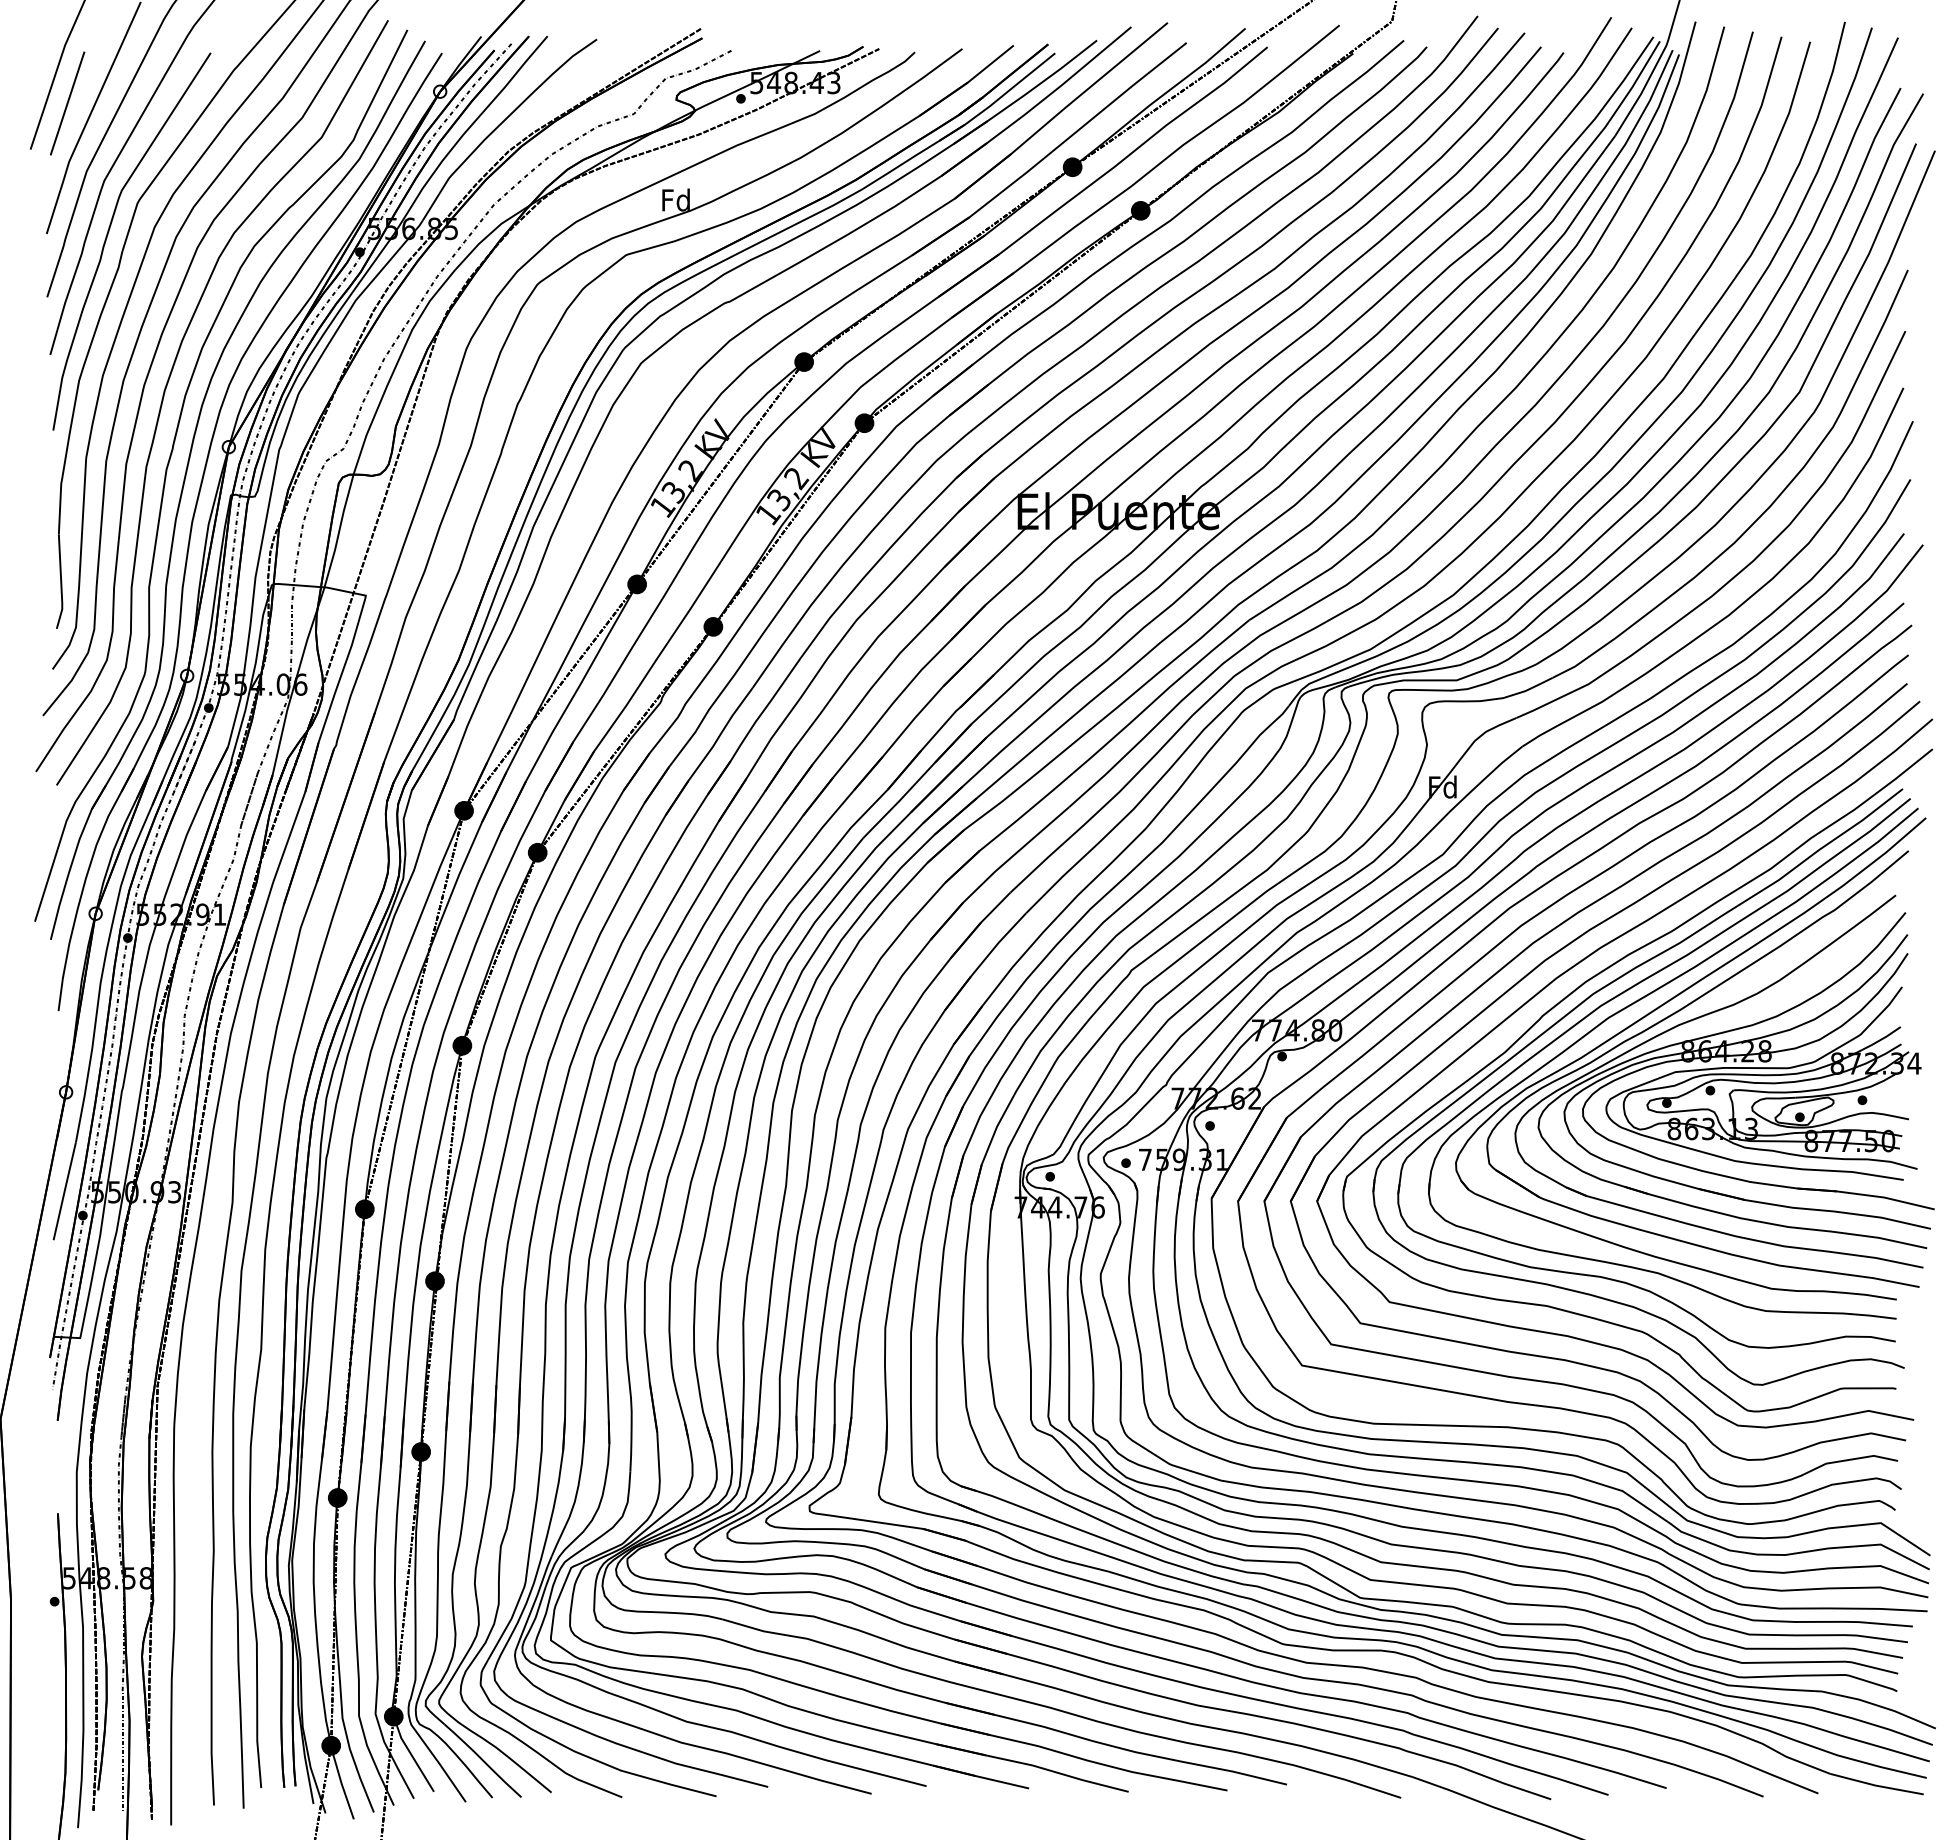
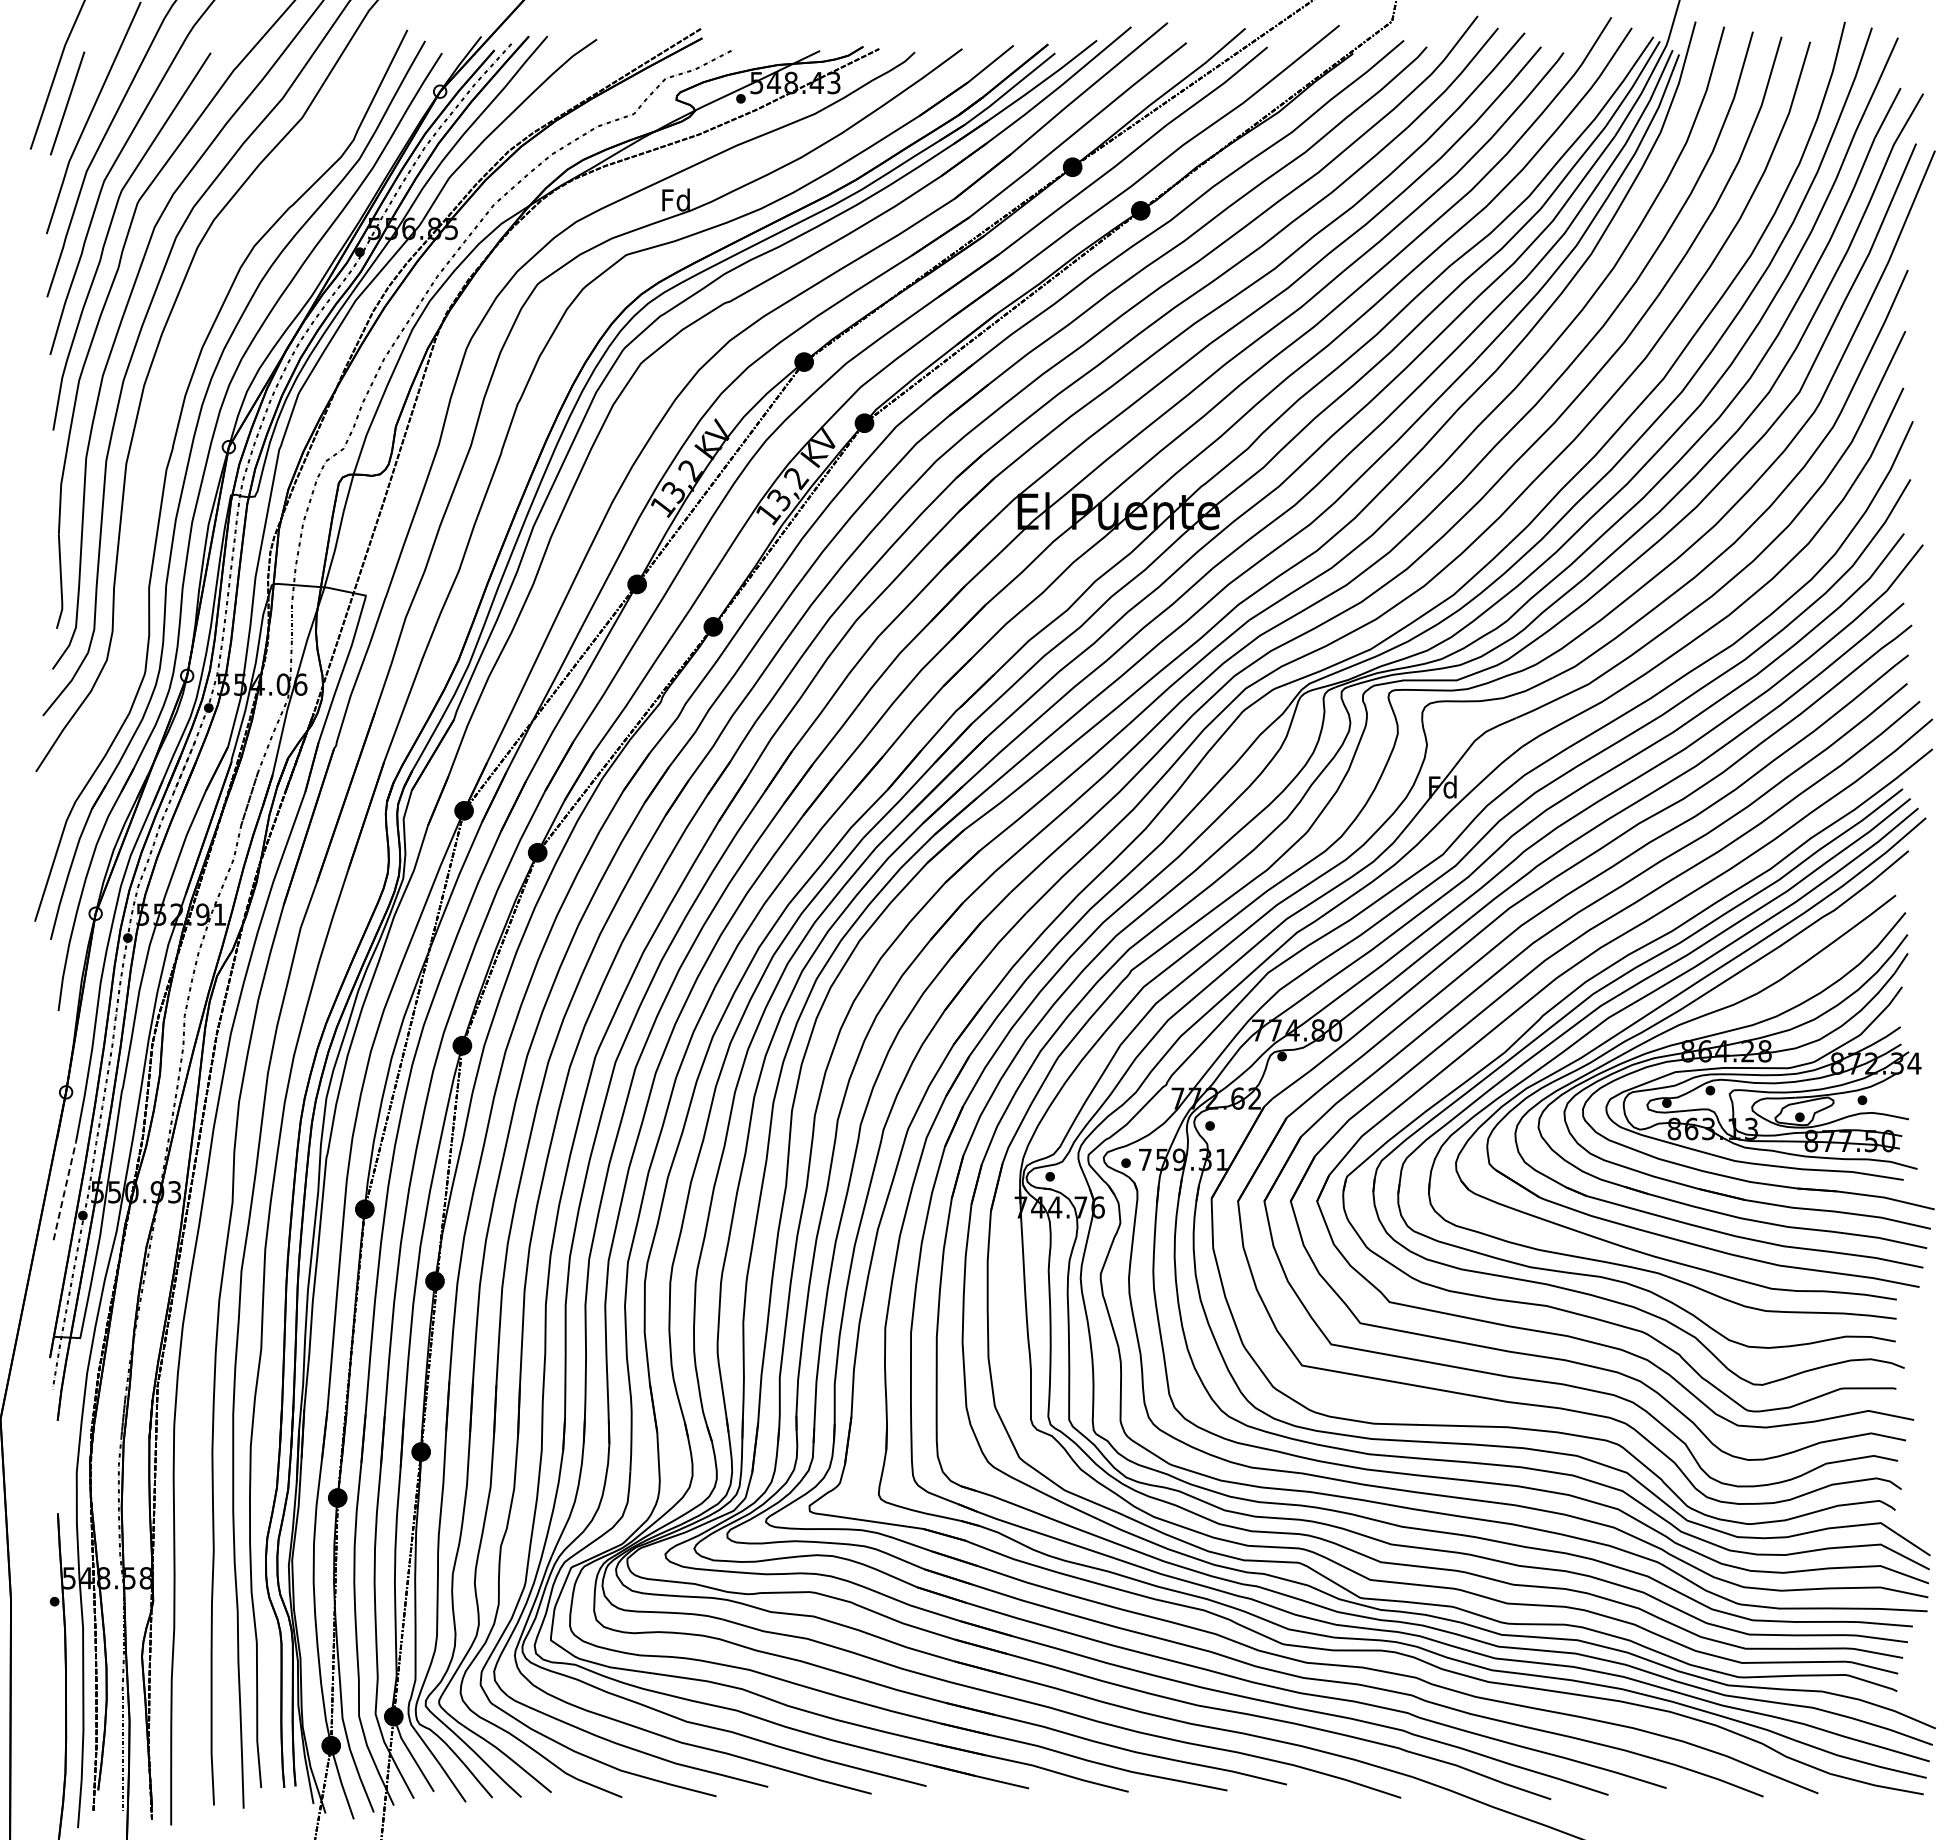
curve at (168, 383): present -> none
line at (64, 1191): solid -> dashed
